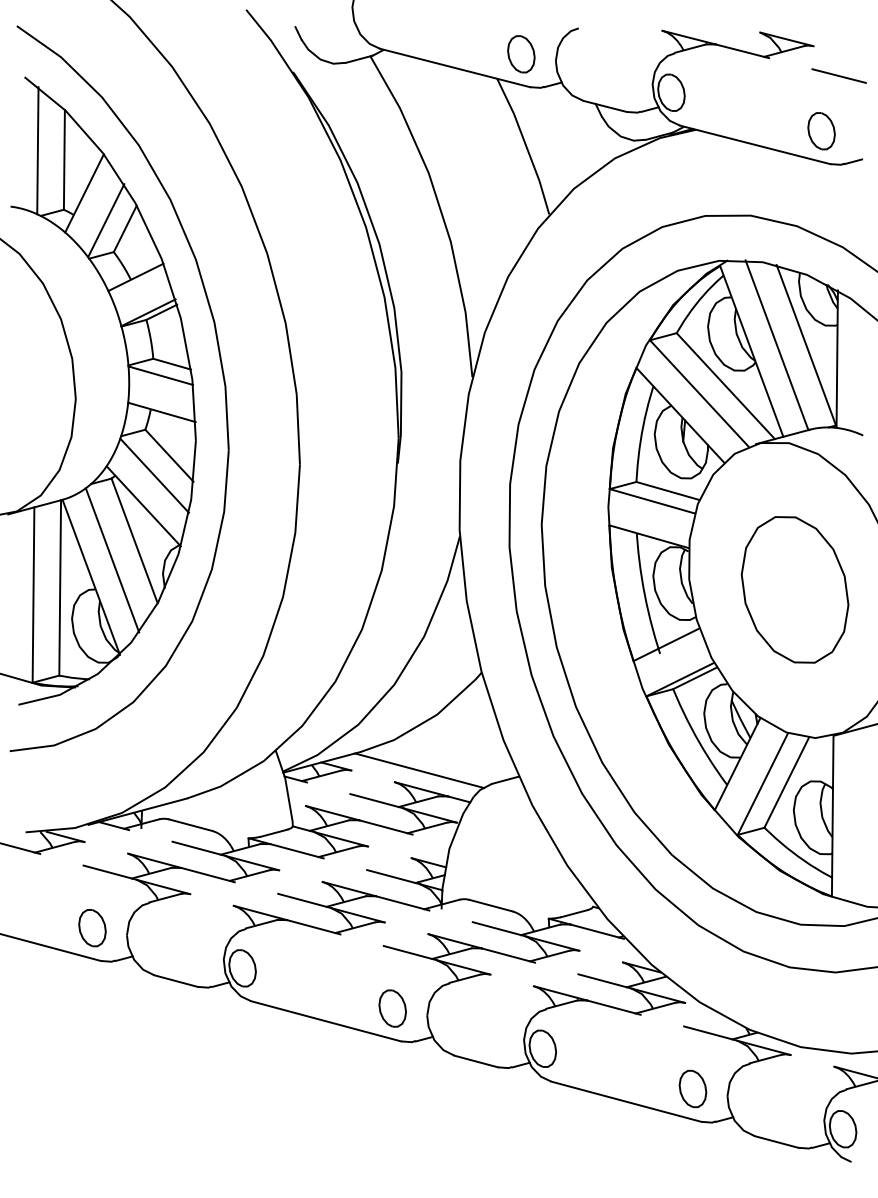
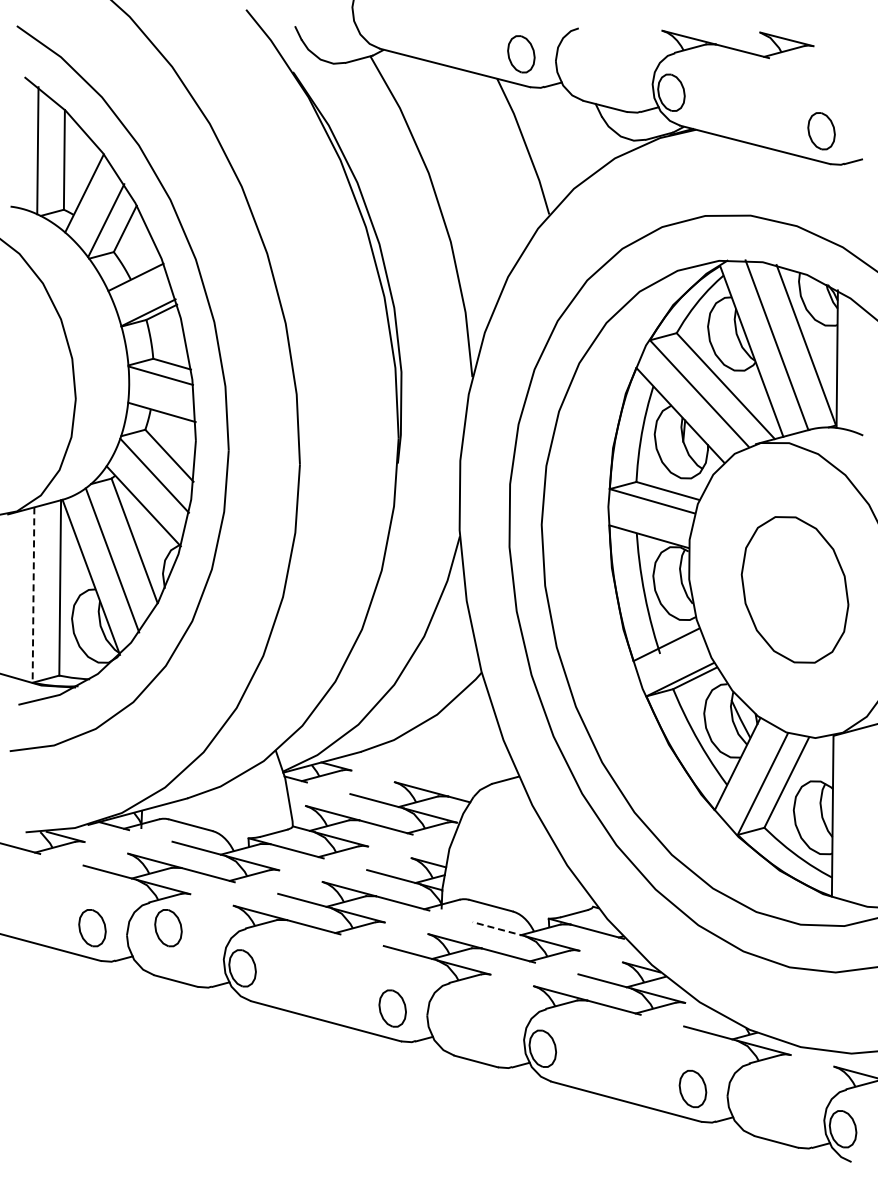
line at (838, 75): present -> none
line at (33, 595): solid -> dashed
line at (419, 770): present -> none
part at (168, 928): none -> present
line at (499, 929): solid -> dashed
